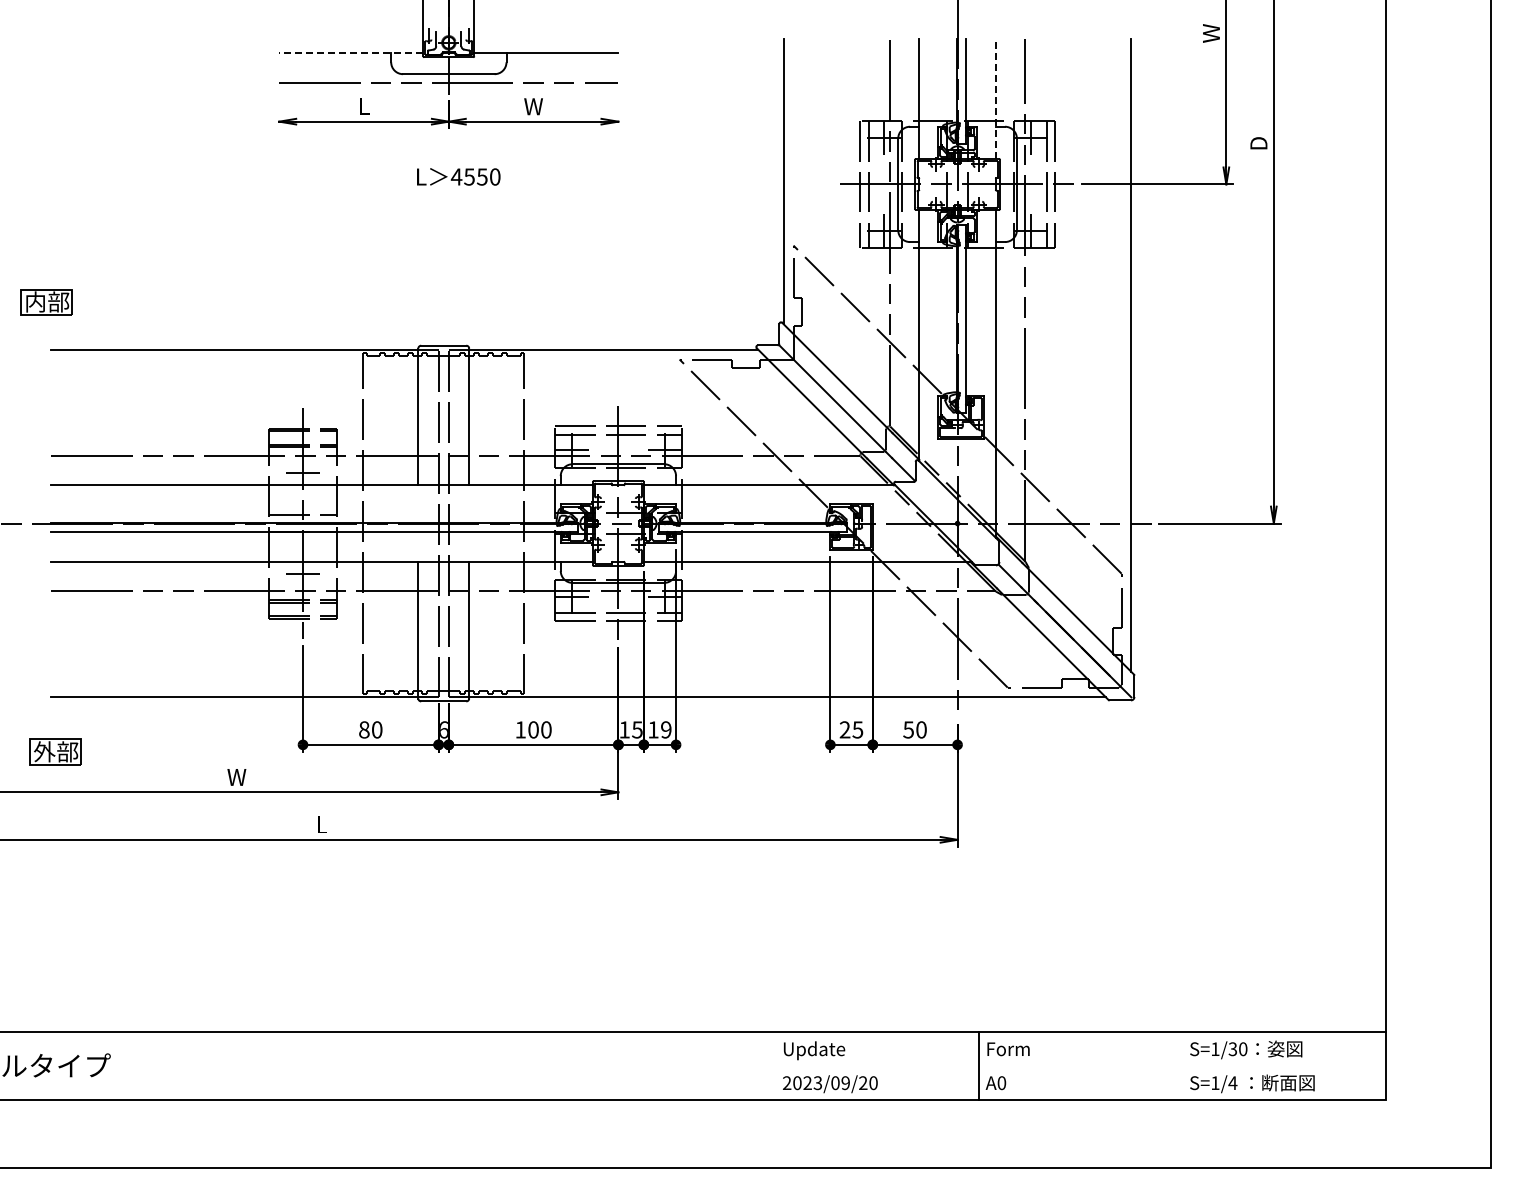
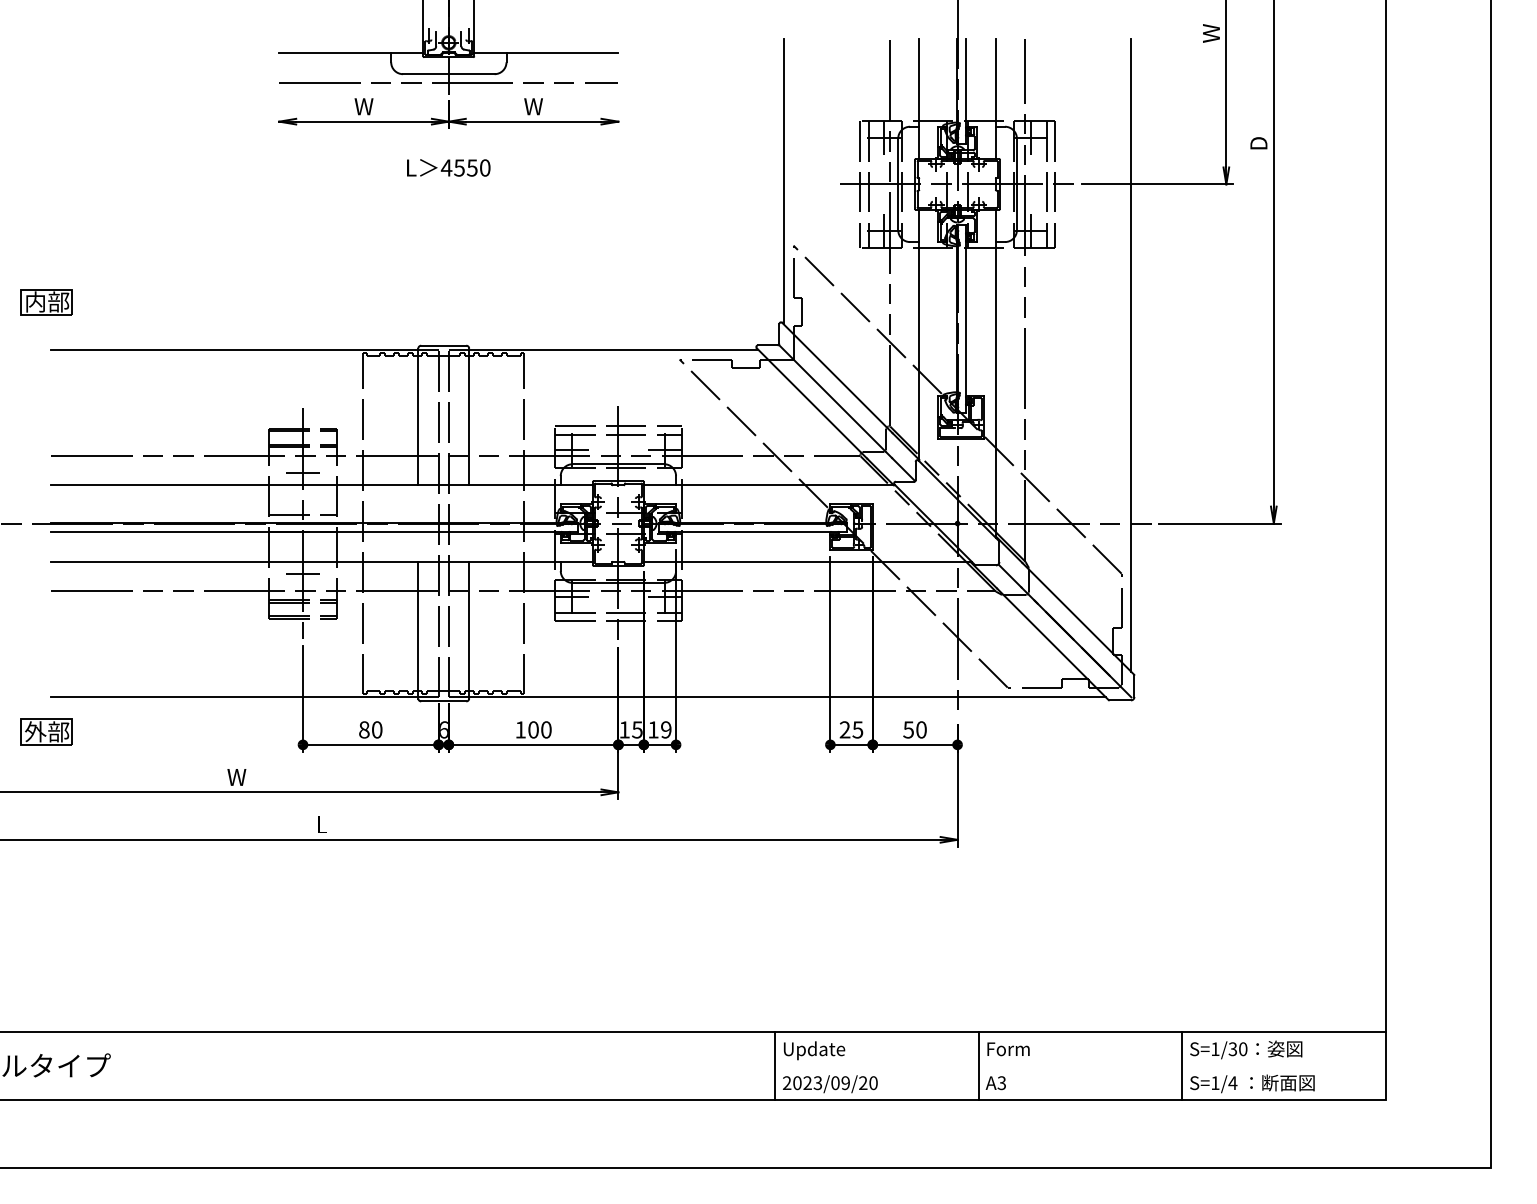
line at (350, 53): dashed -> solid
line at (995, 98): dashed -> solid
text at (363, 106): L -> W
text at (458, 176) position: (458, 176) -> (448, 167)
part at (55, 751) position: (55, 751) -> (46, 731)
line at (775, 1066): none -> present
line at (1182, 1066): none -> present
text at (1001, 1082): A0 -> A3
